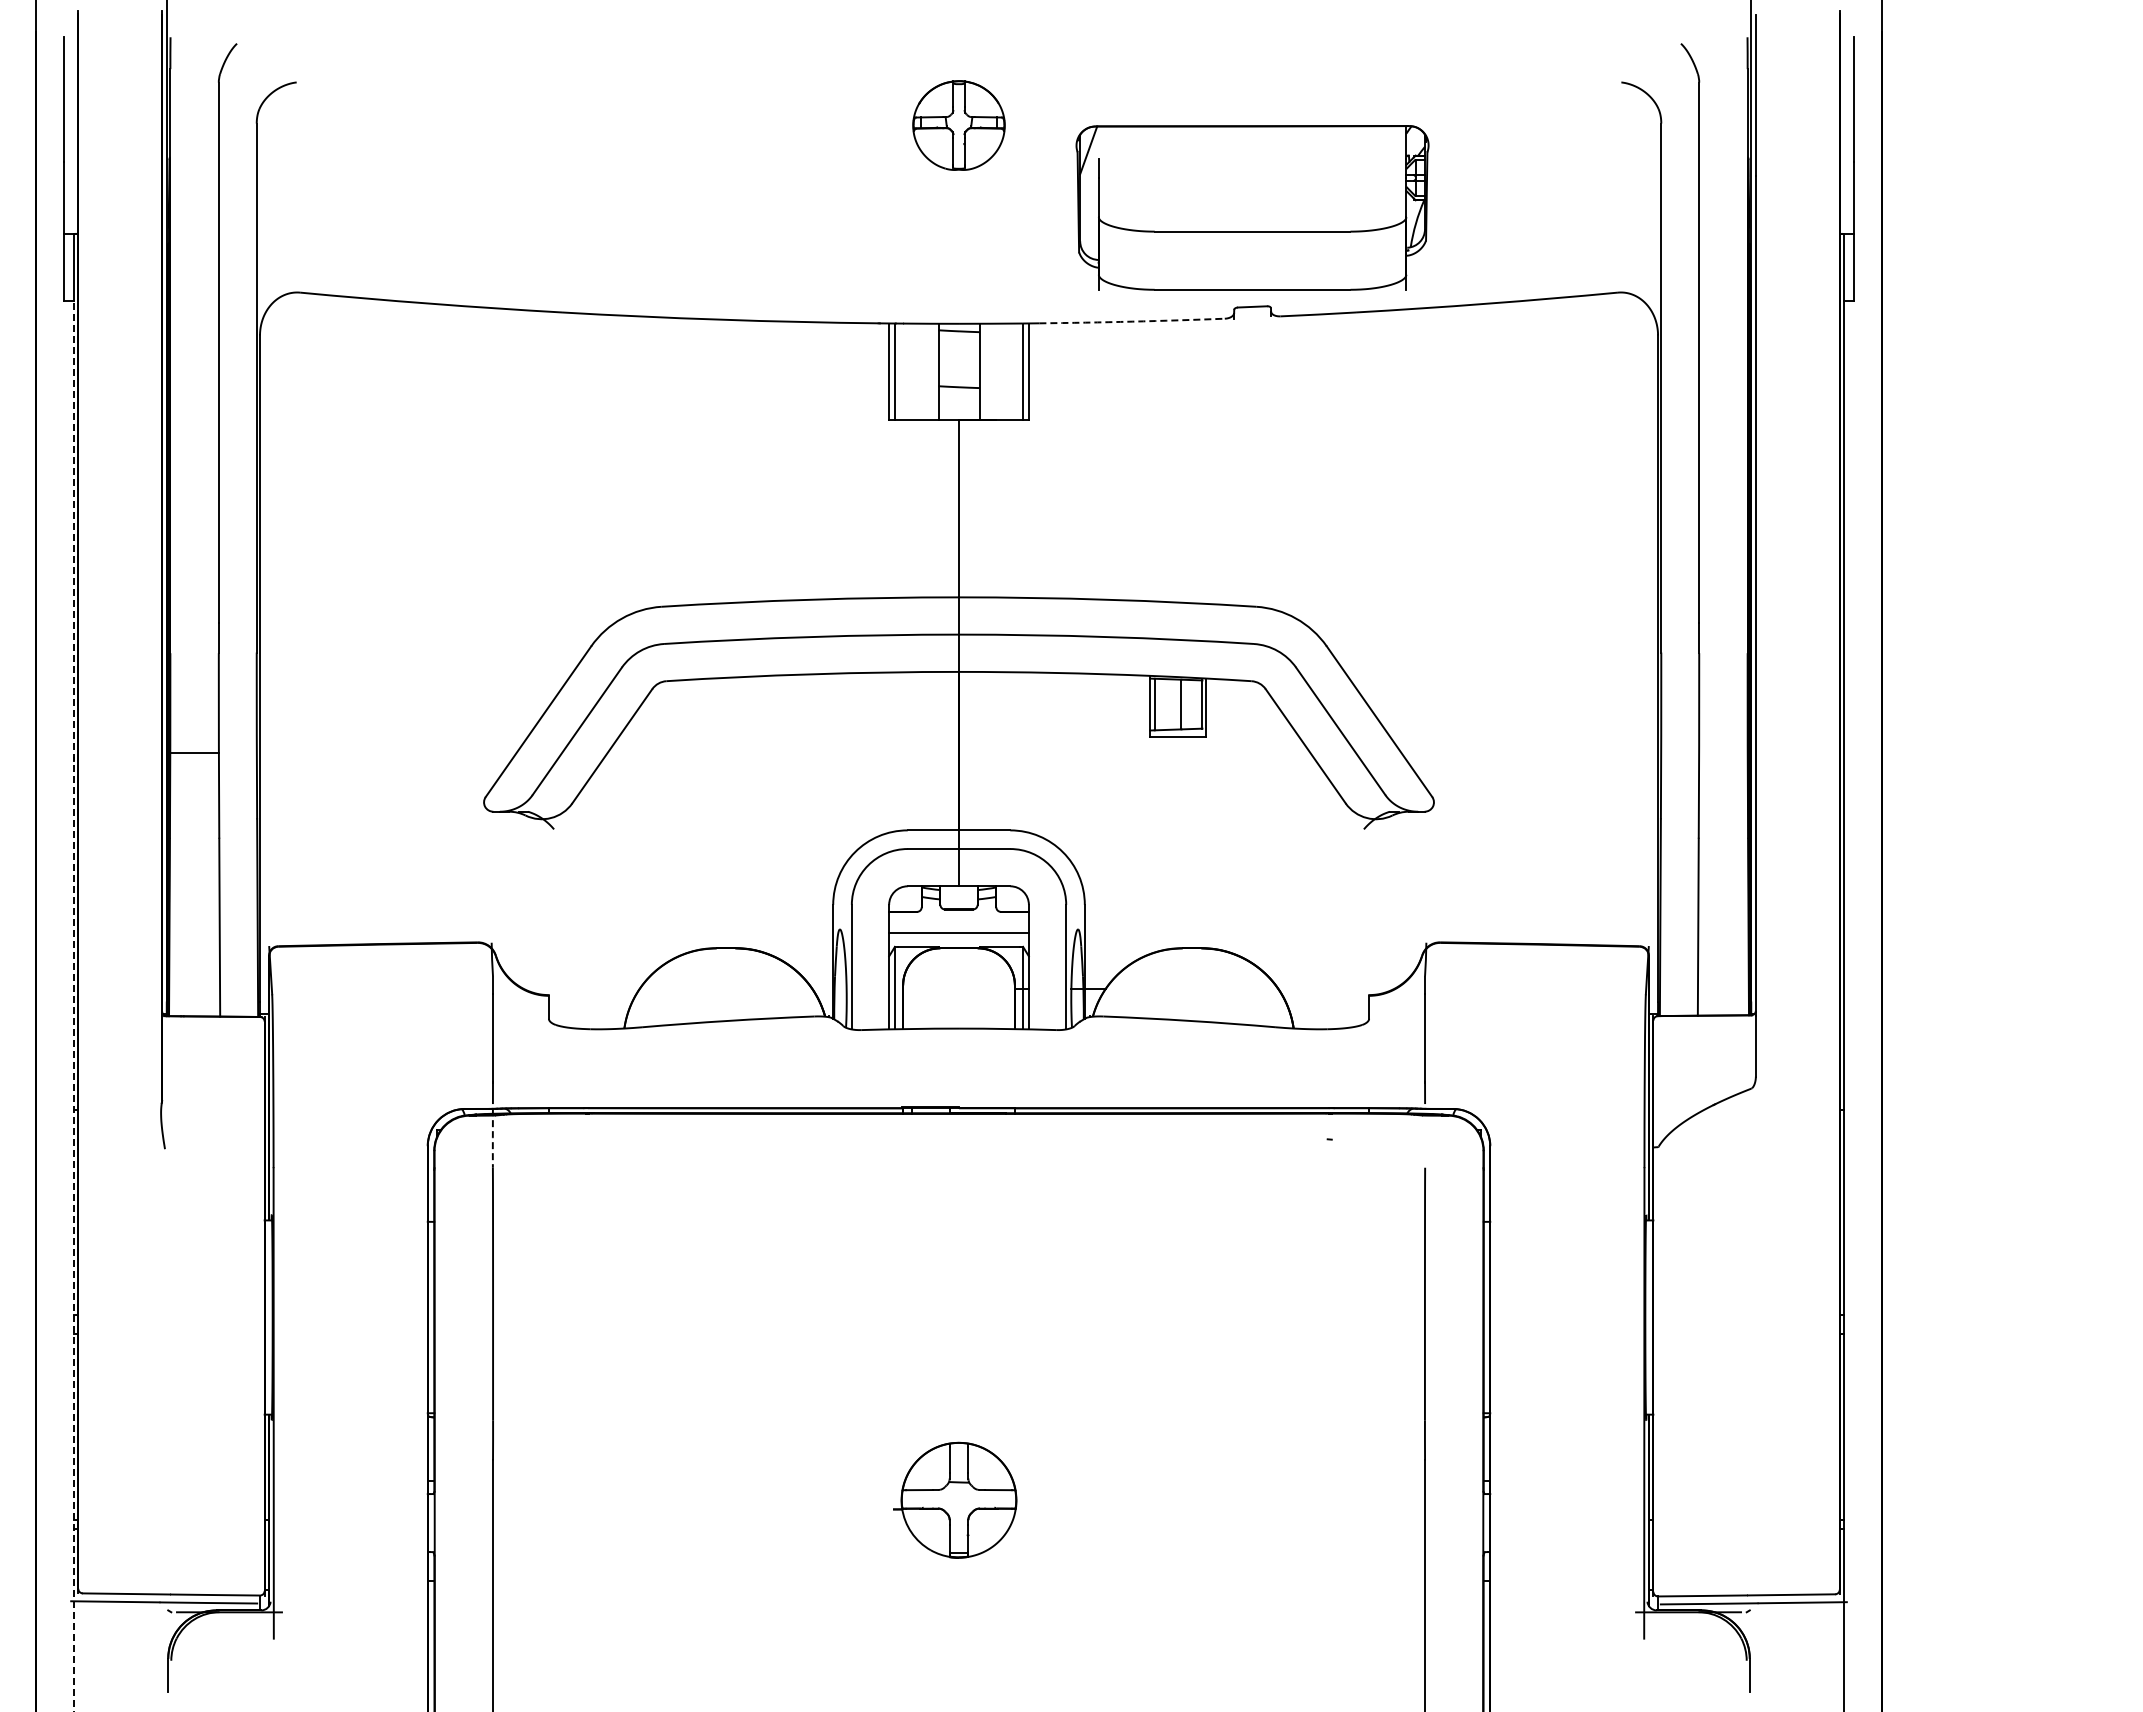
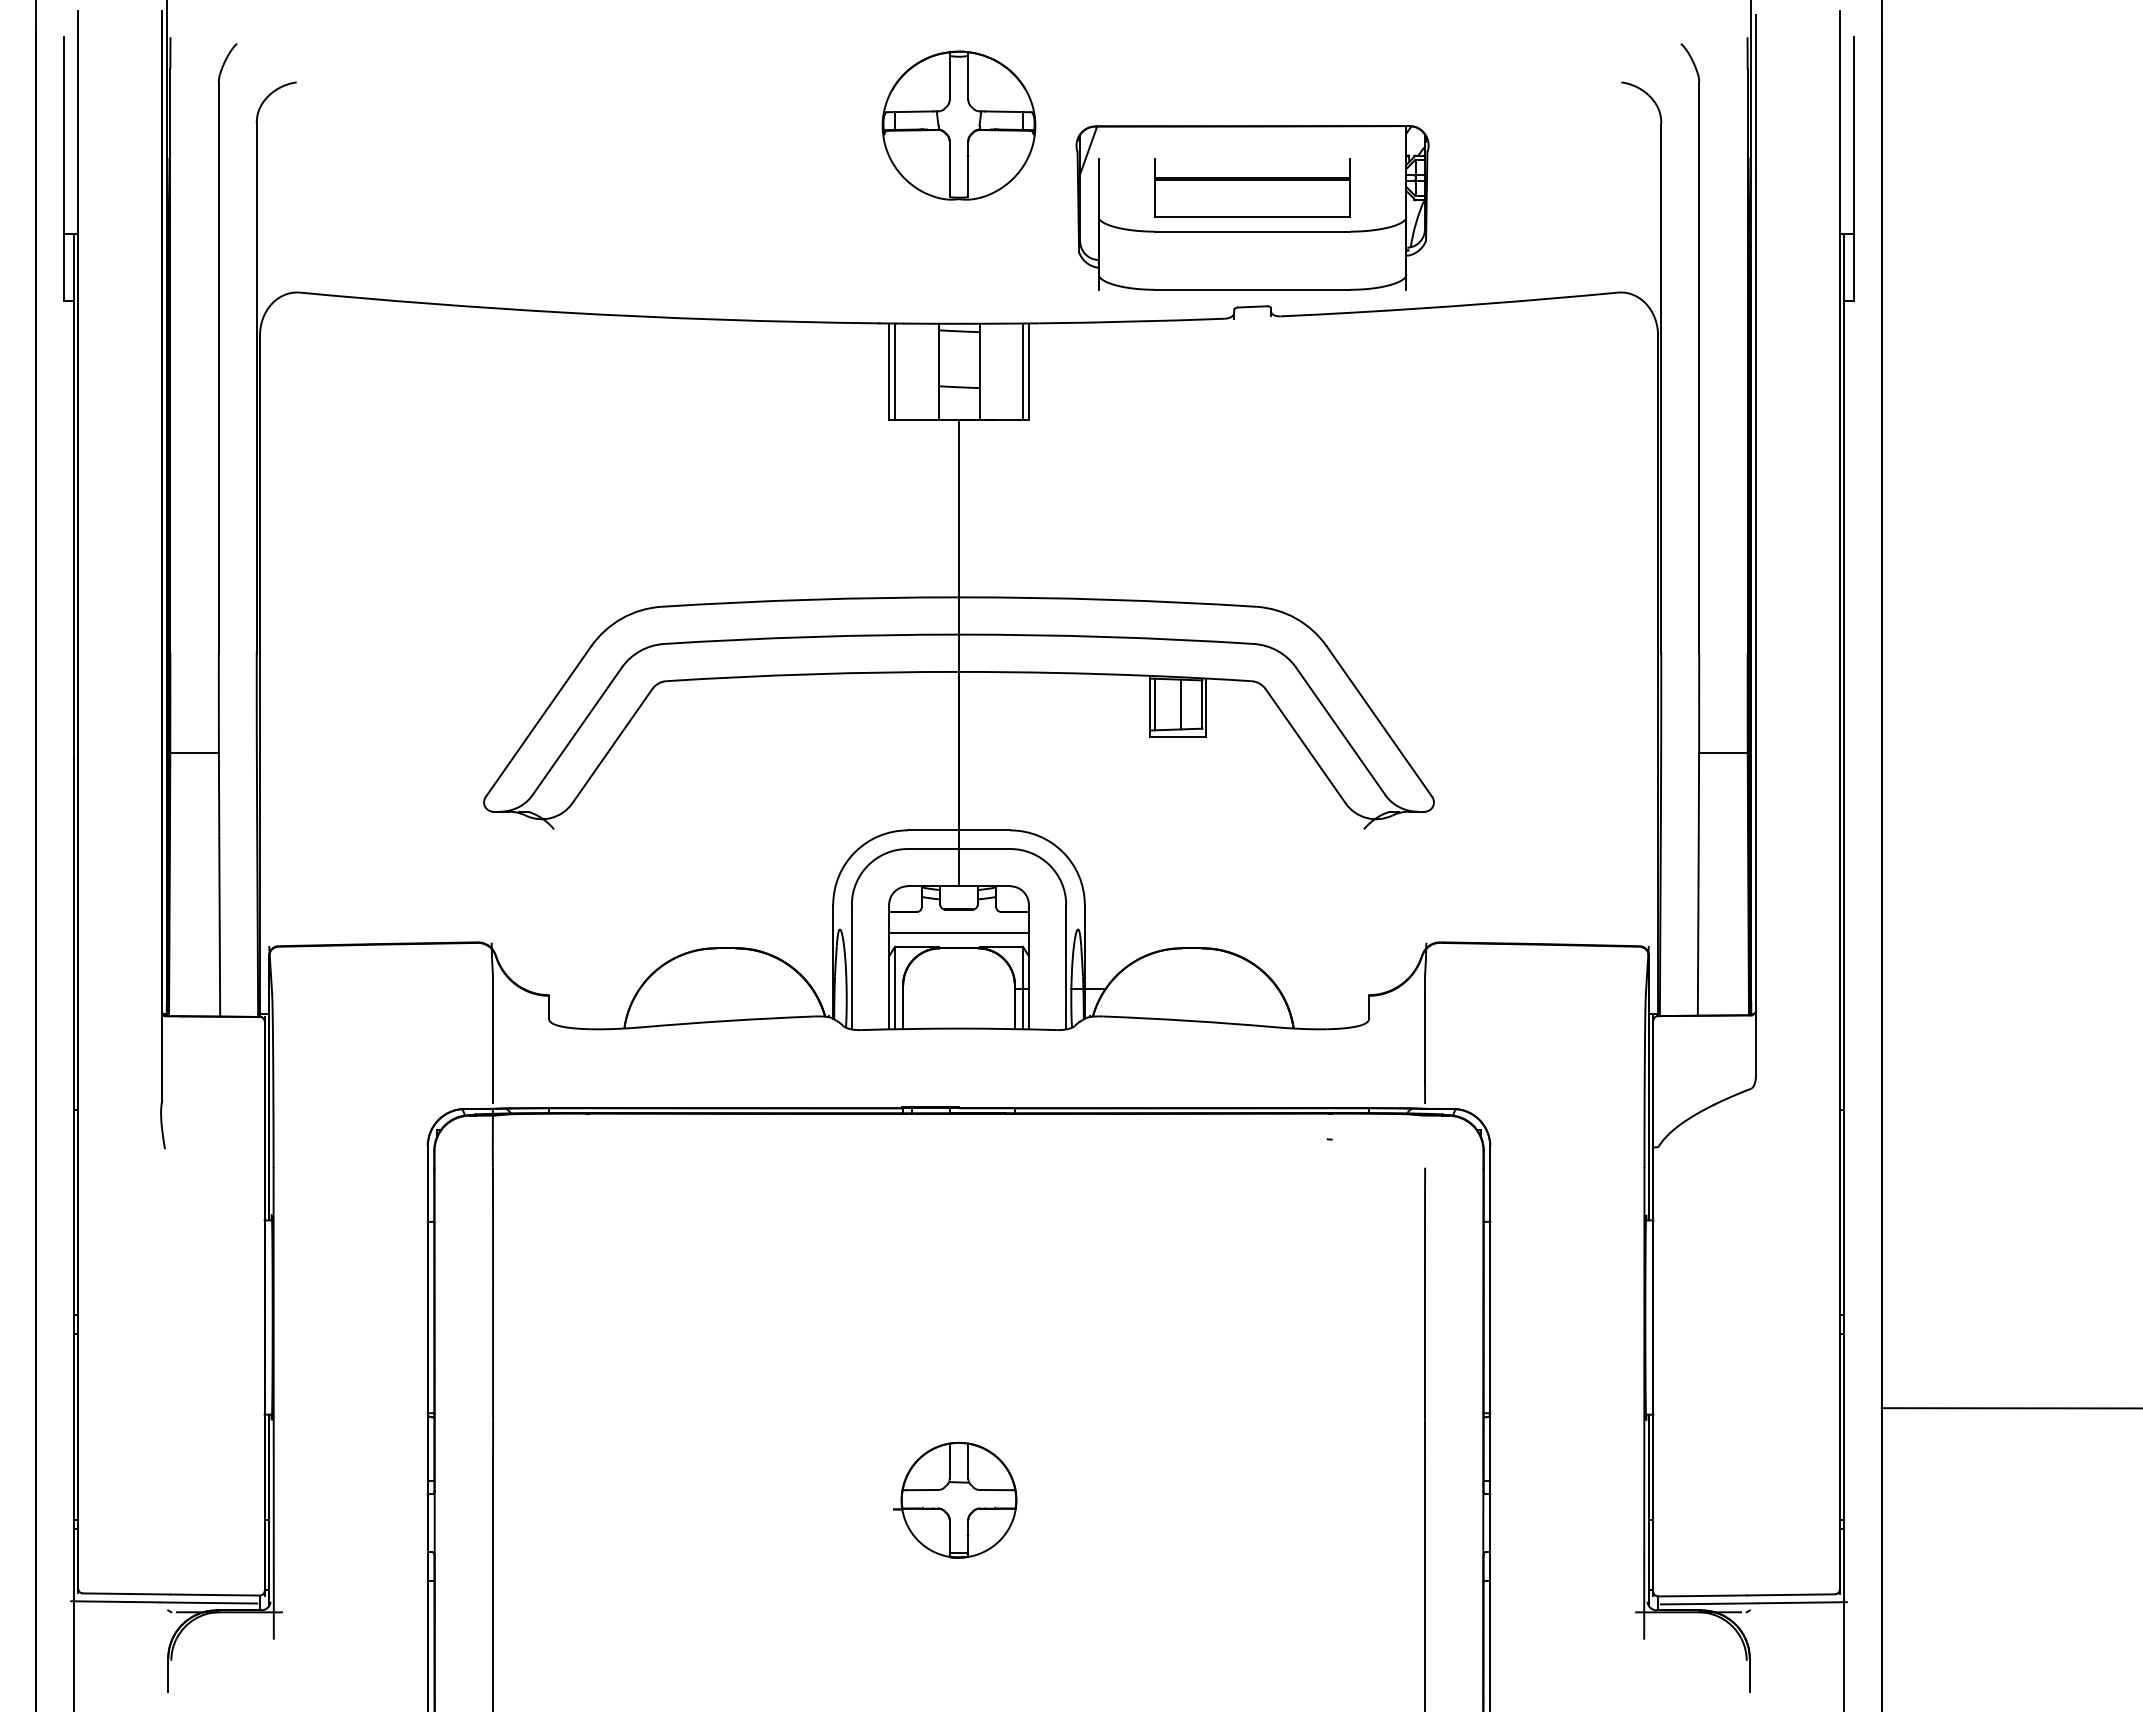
part at (958, 125) size: 94x91 px -> 156x151 px
part at (1252, 187): none -> present
arc at (1132, 321): dashed -> solid
line at (1723, 753): none -> present
line at (73, 1005): dashed -> solid
line at (492, 1138): dashed -> solid
line at (2010, 1408): none -> present
